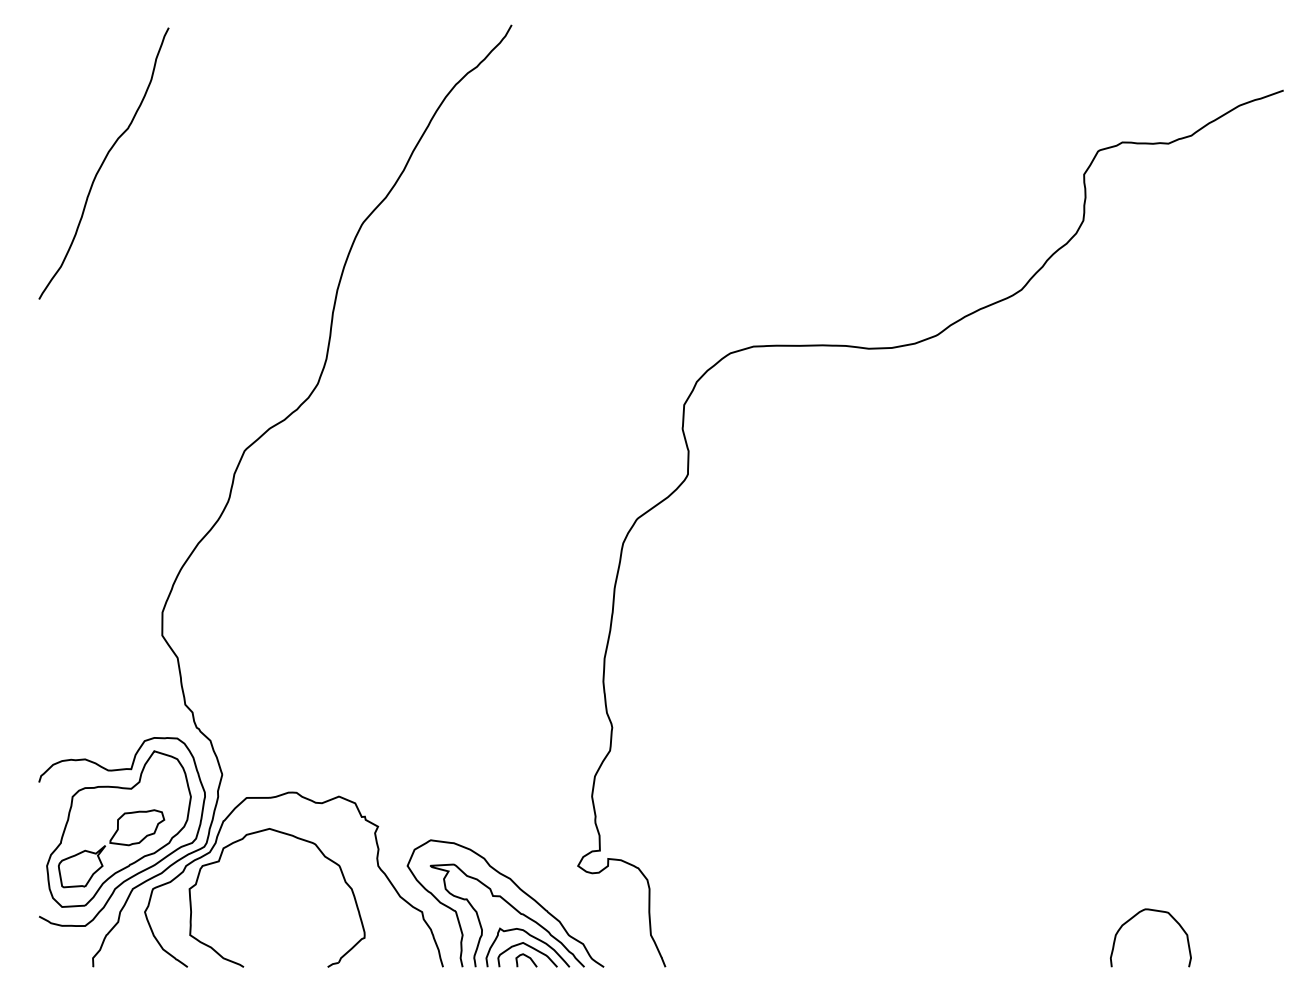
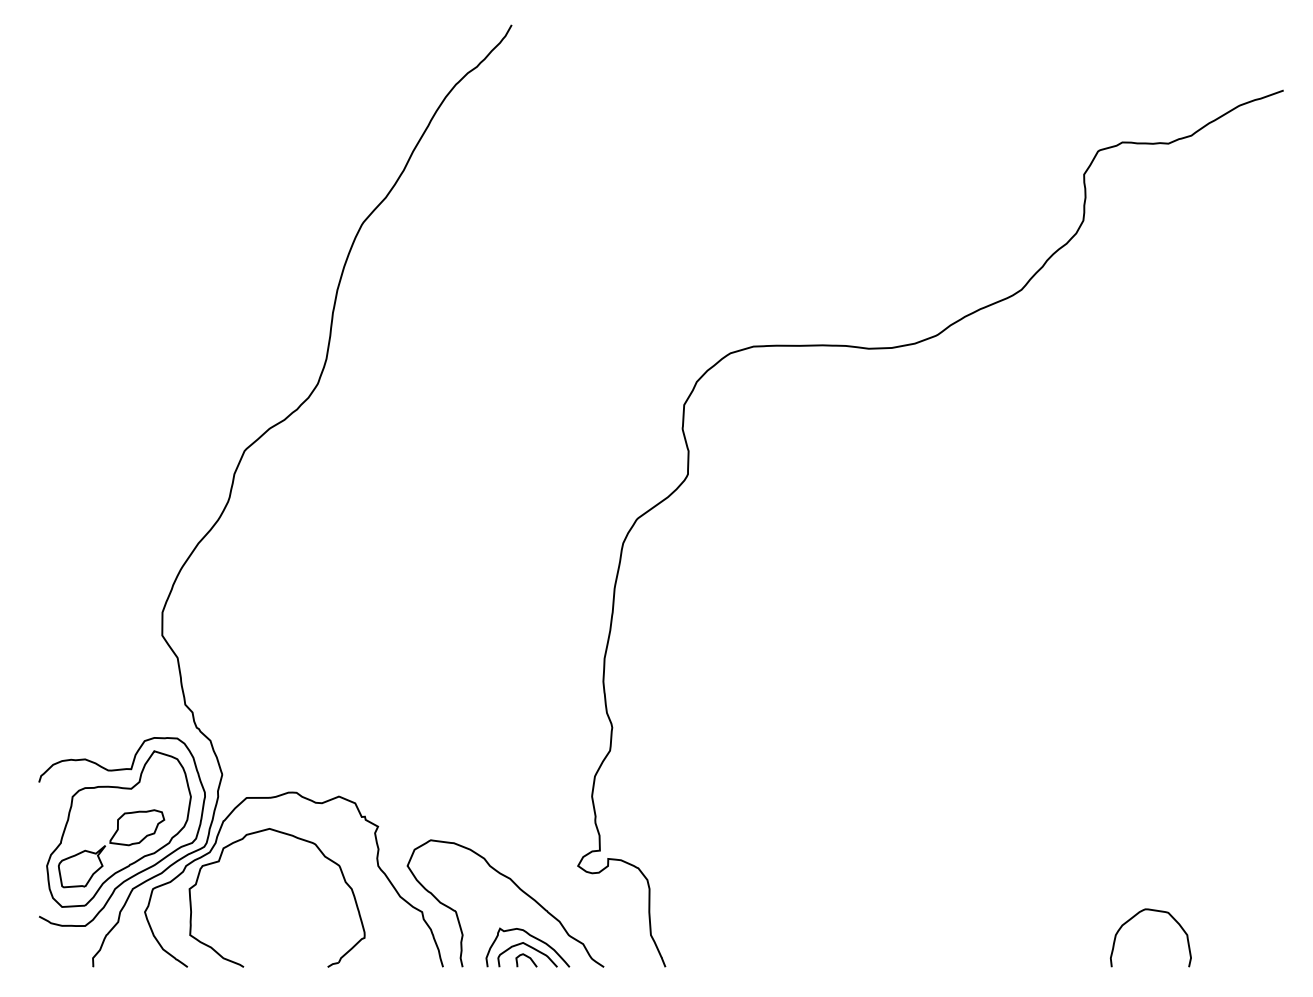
curve at (103, 163): present -> none
curve at (511, 907): present -> none
